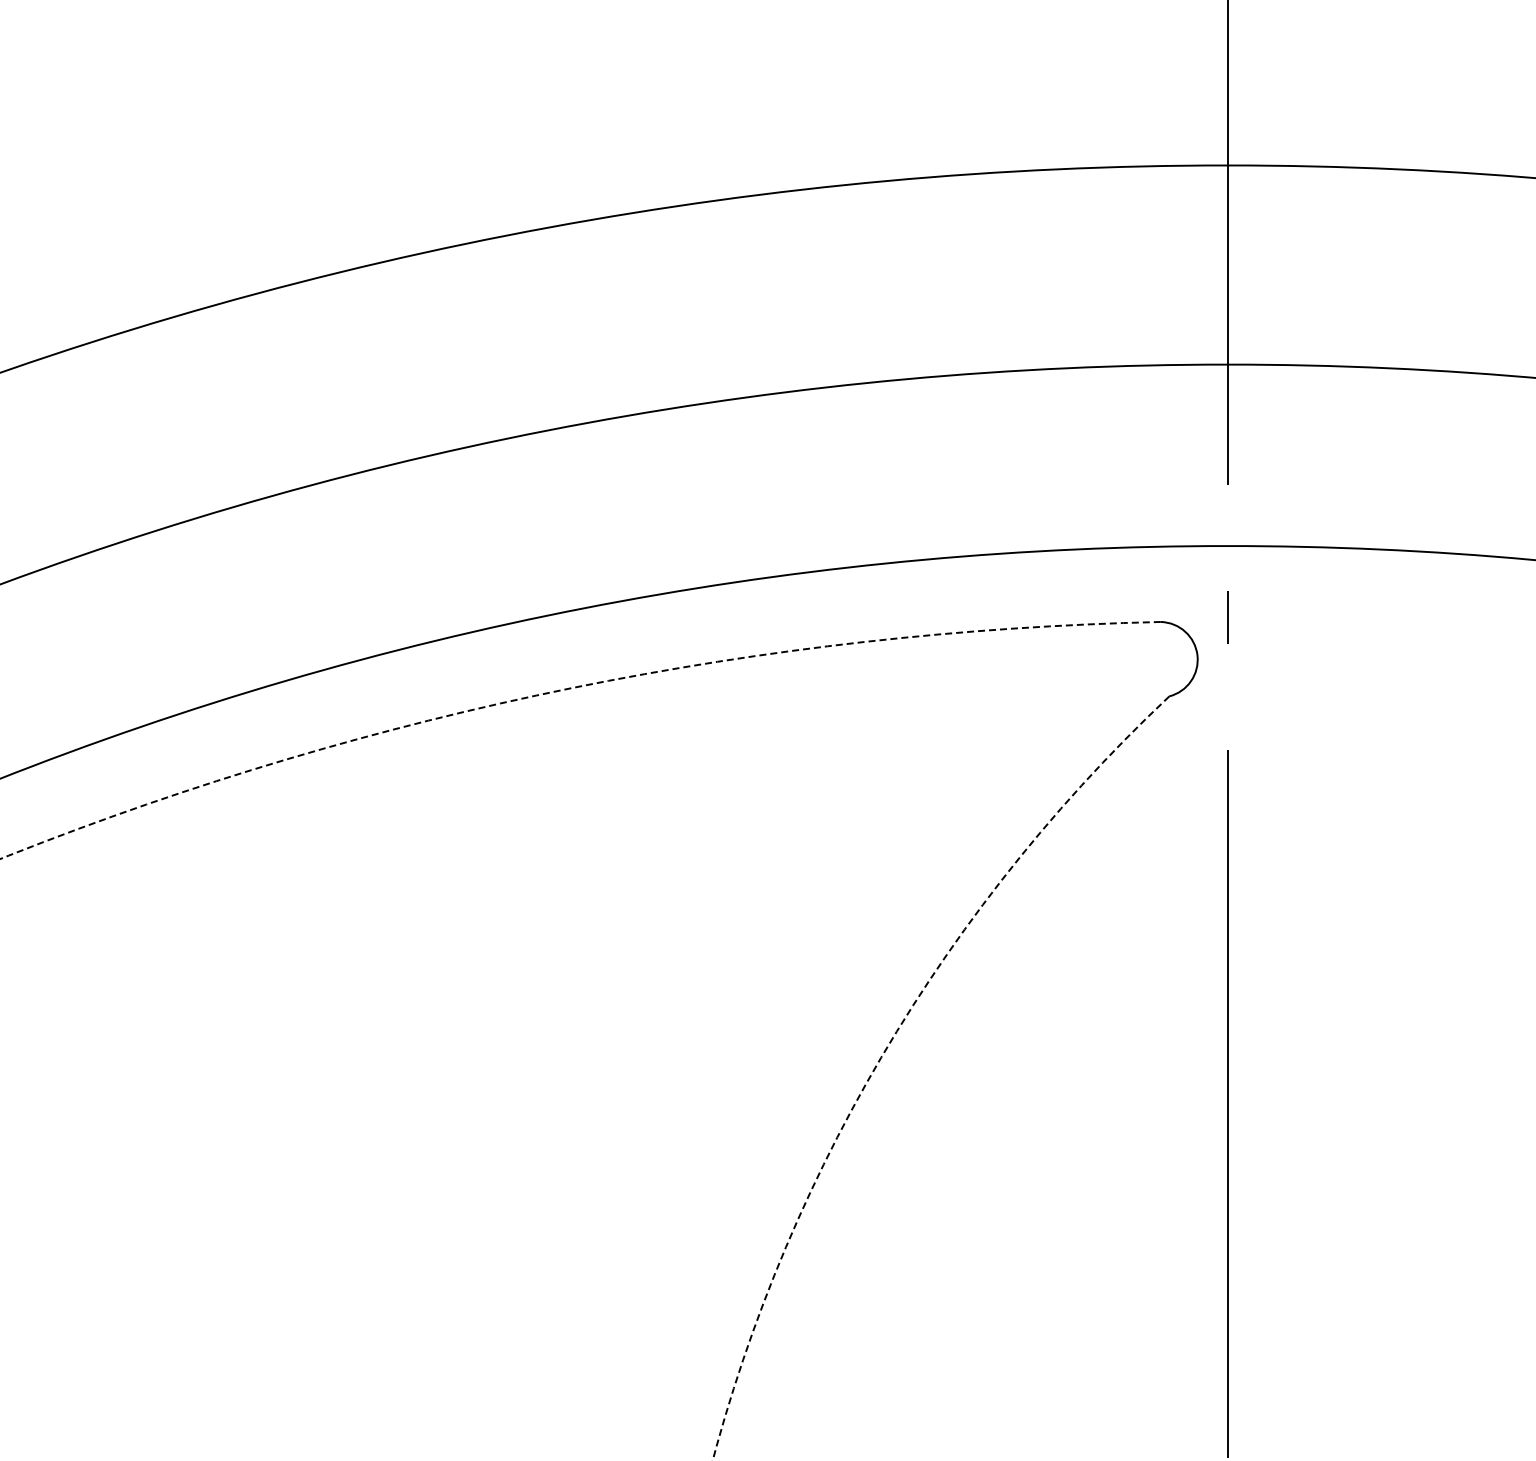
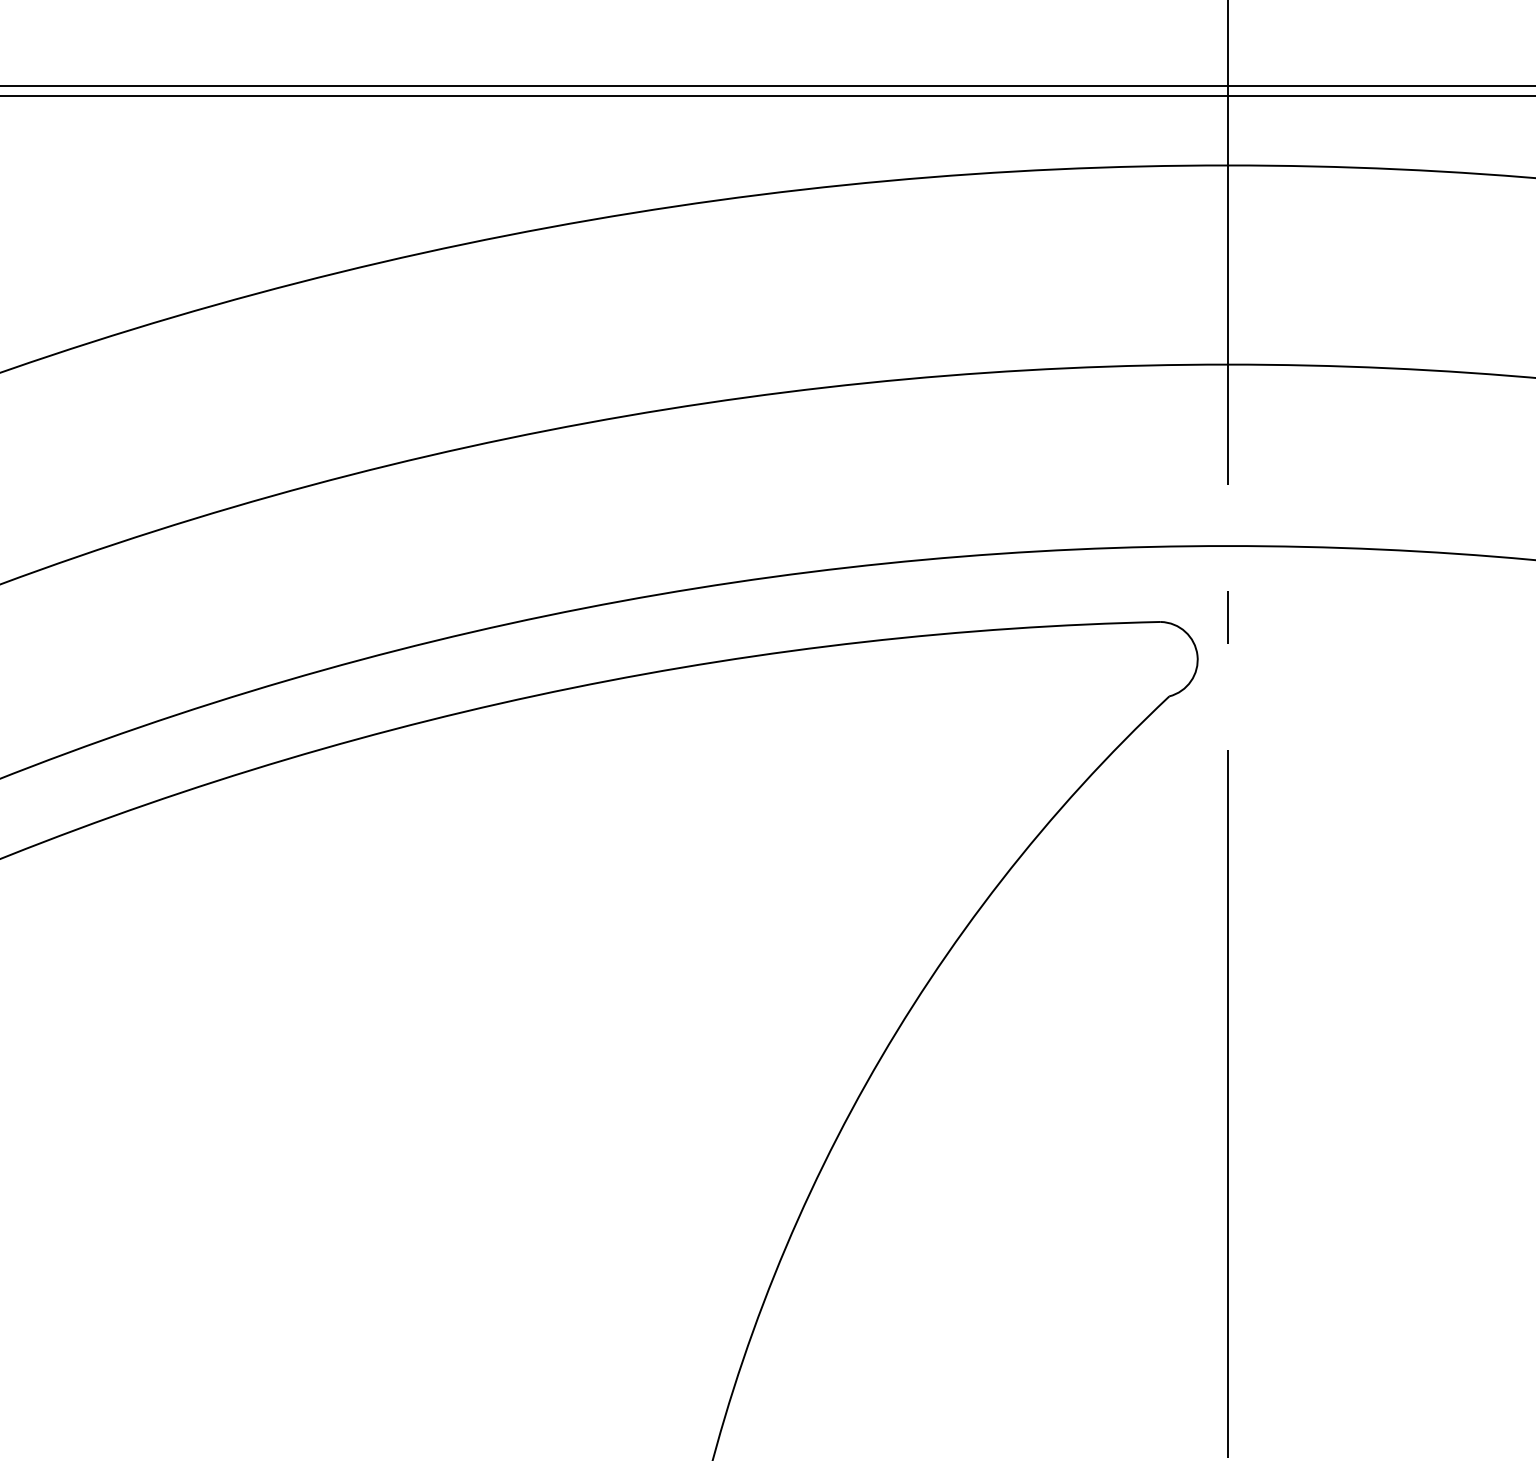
line at (767, 85): none -> present
line at (767, 96): none -> present
arc at (570, 688): dashed -> solid
arc at (886, 1049): dashed -> solid
